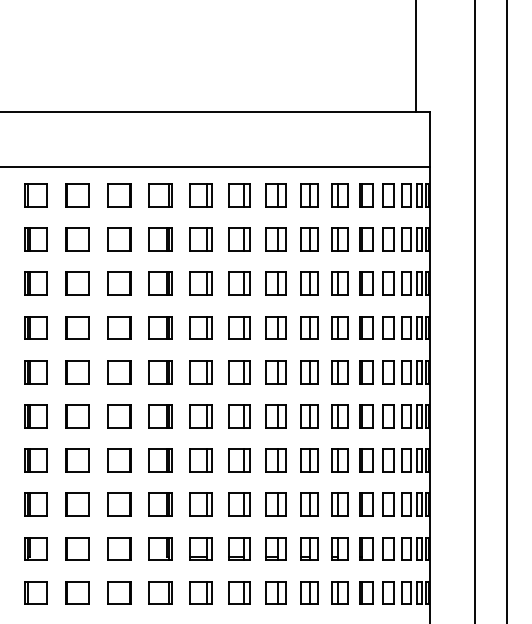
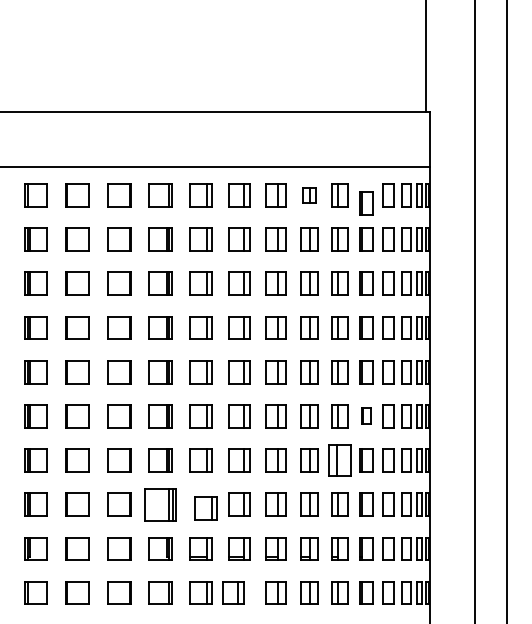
line at (416, 57) position: (416, 57) -> (426, 57)
part at (309, 195) size: 19x25 px -> 15x17 px
part at (366, 195) position: (366, 195) -> (366, 203)
part at (366, 416) size: 15x25 px -> 11x18 px
part at (339, 460) size: 18x25 px -> 24x33 px
part at (160, 504) size: 25x25 px -> 33x34 px
part at (200, 504) position: (200, 504) -> (205, 508)
part at (239, 592) position: (239, 592) -> (233, 592)
